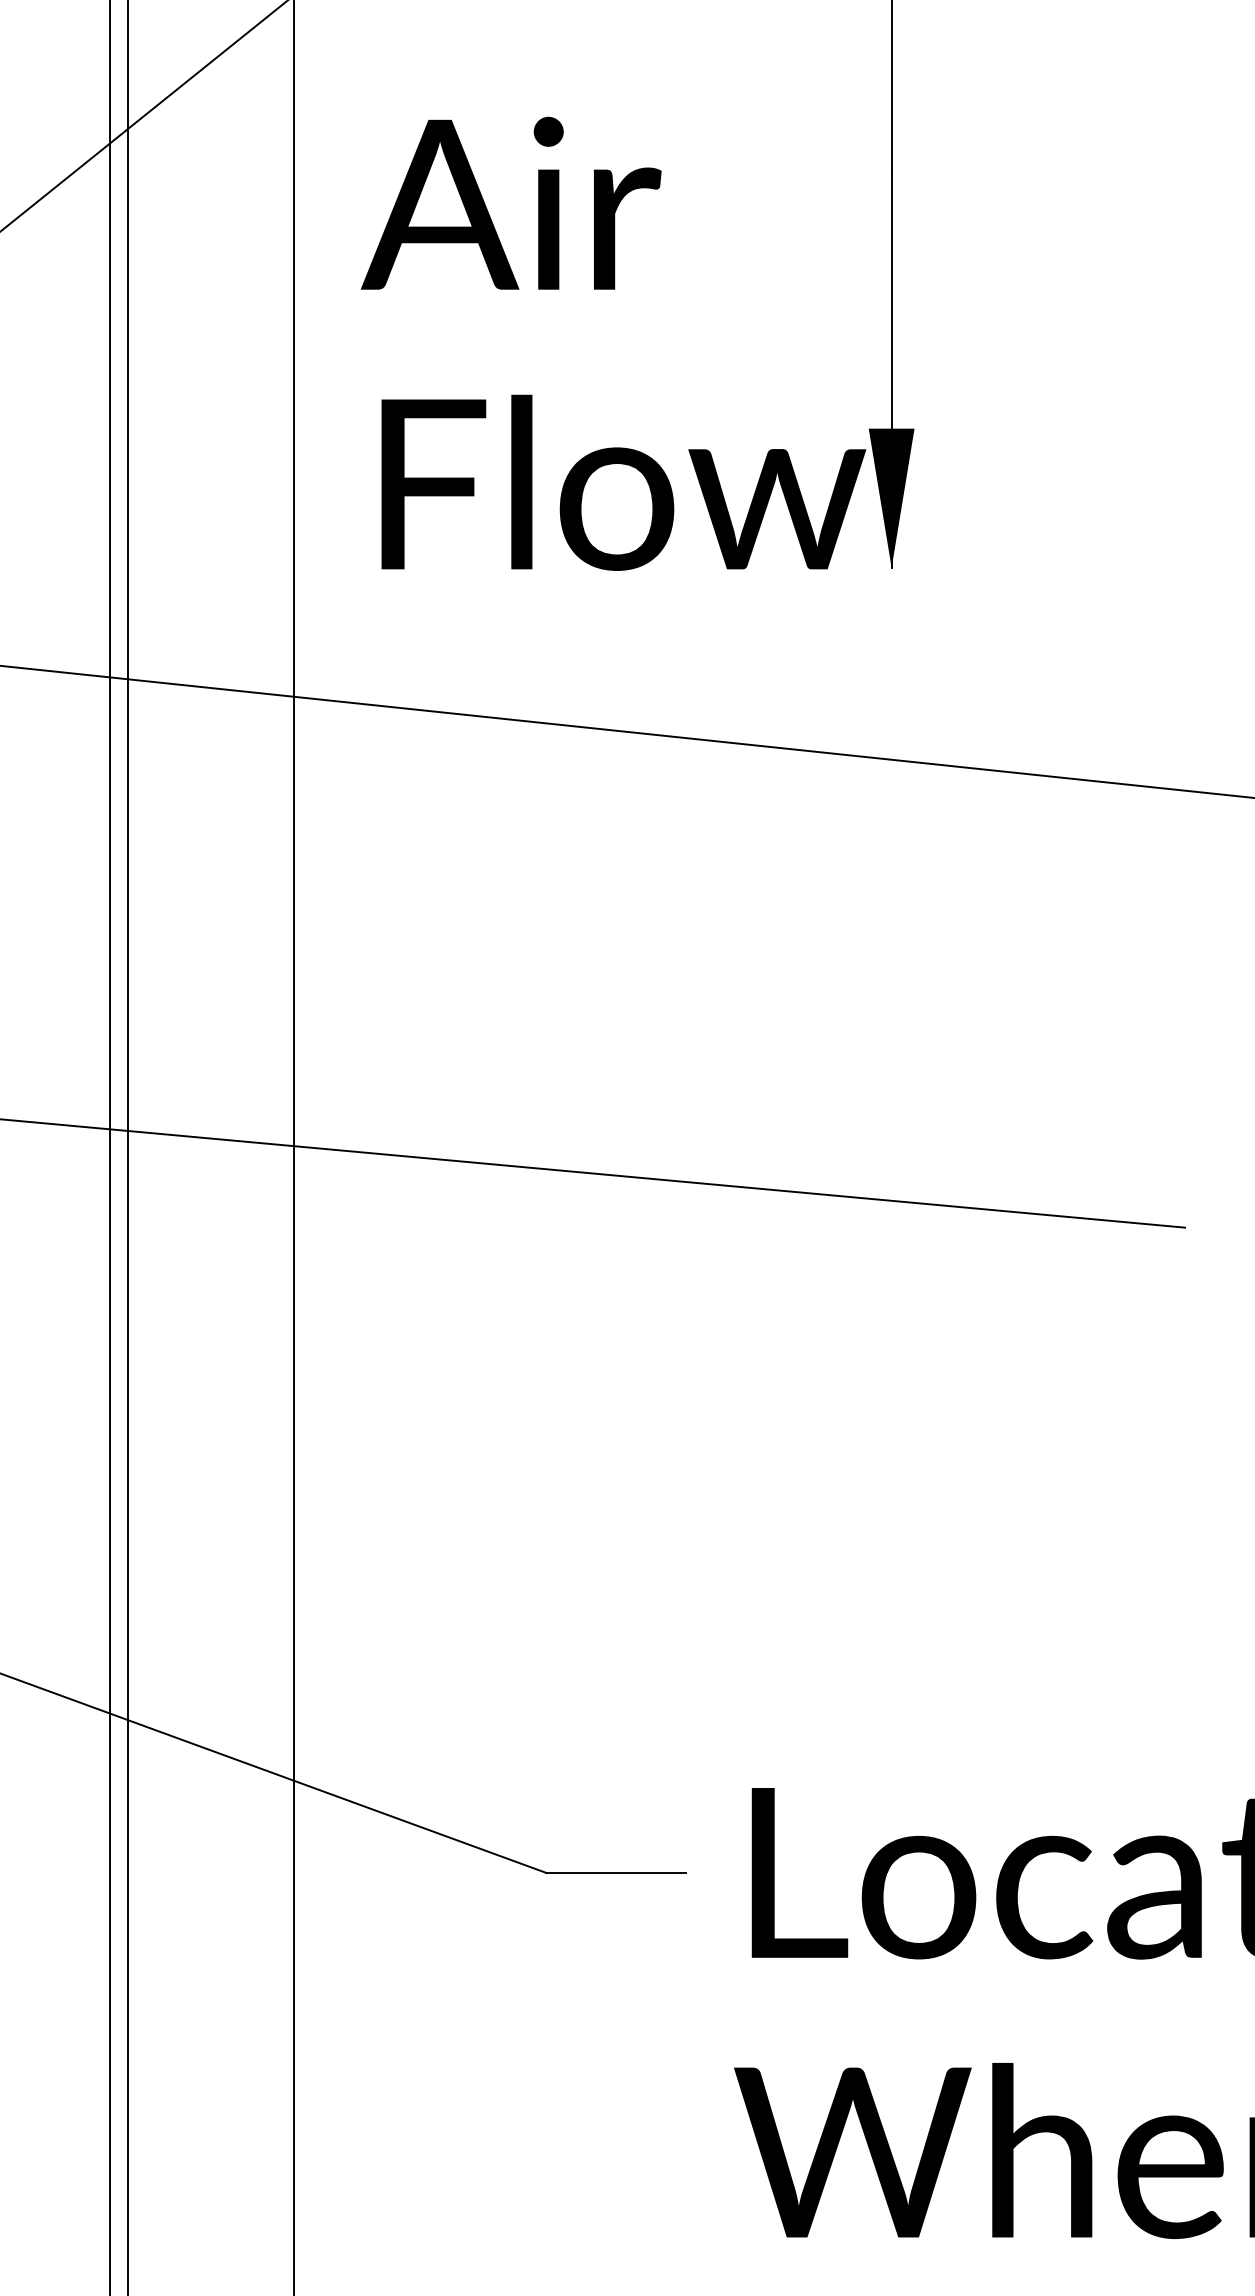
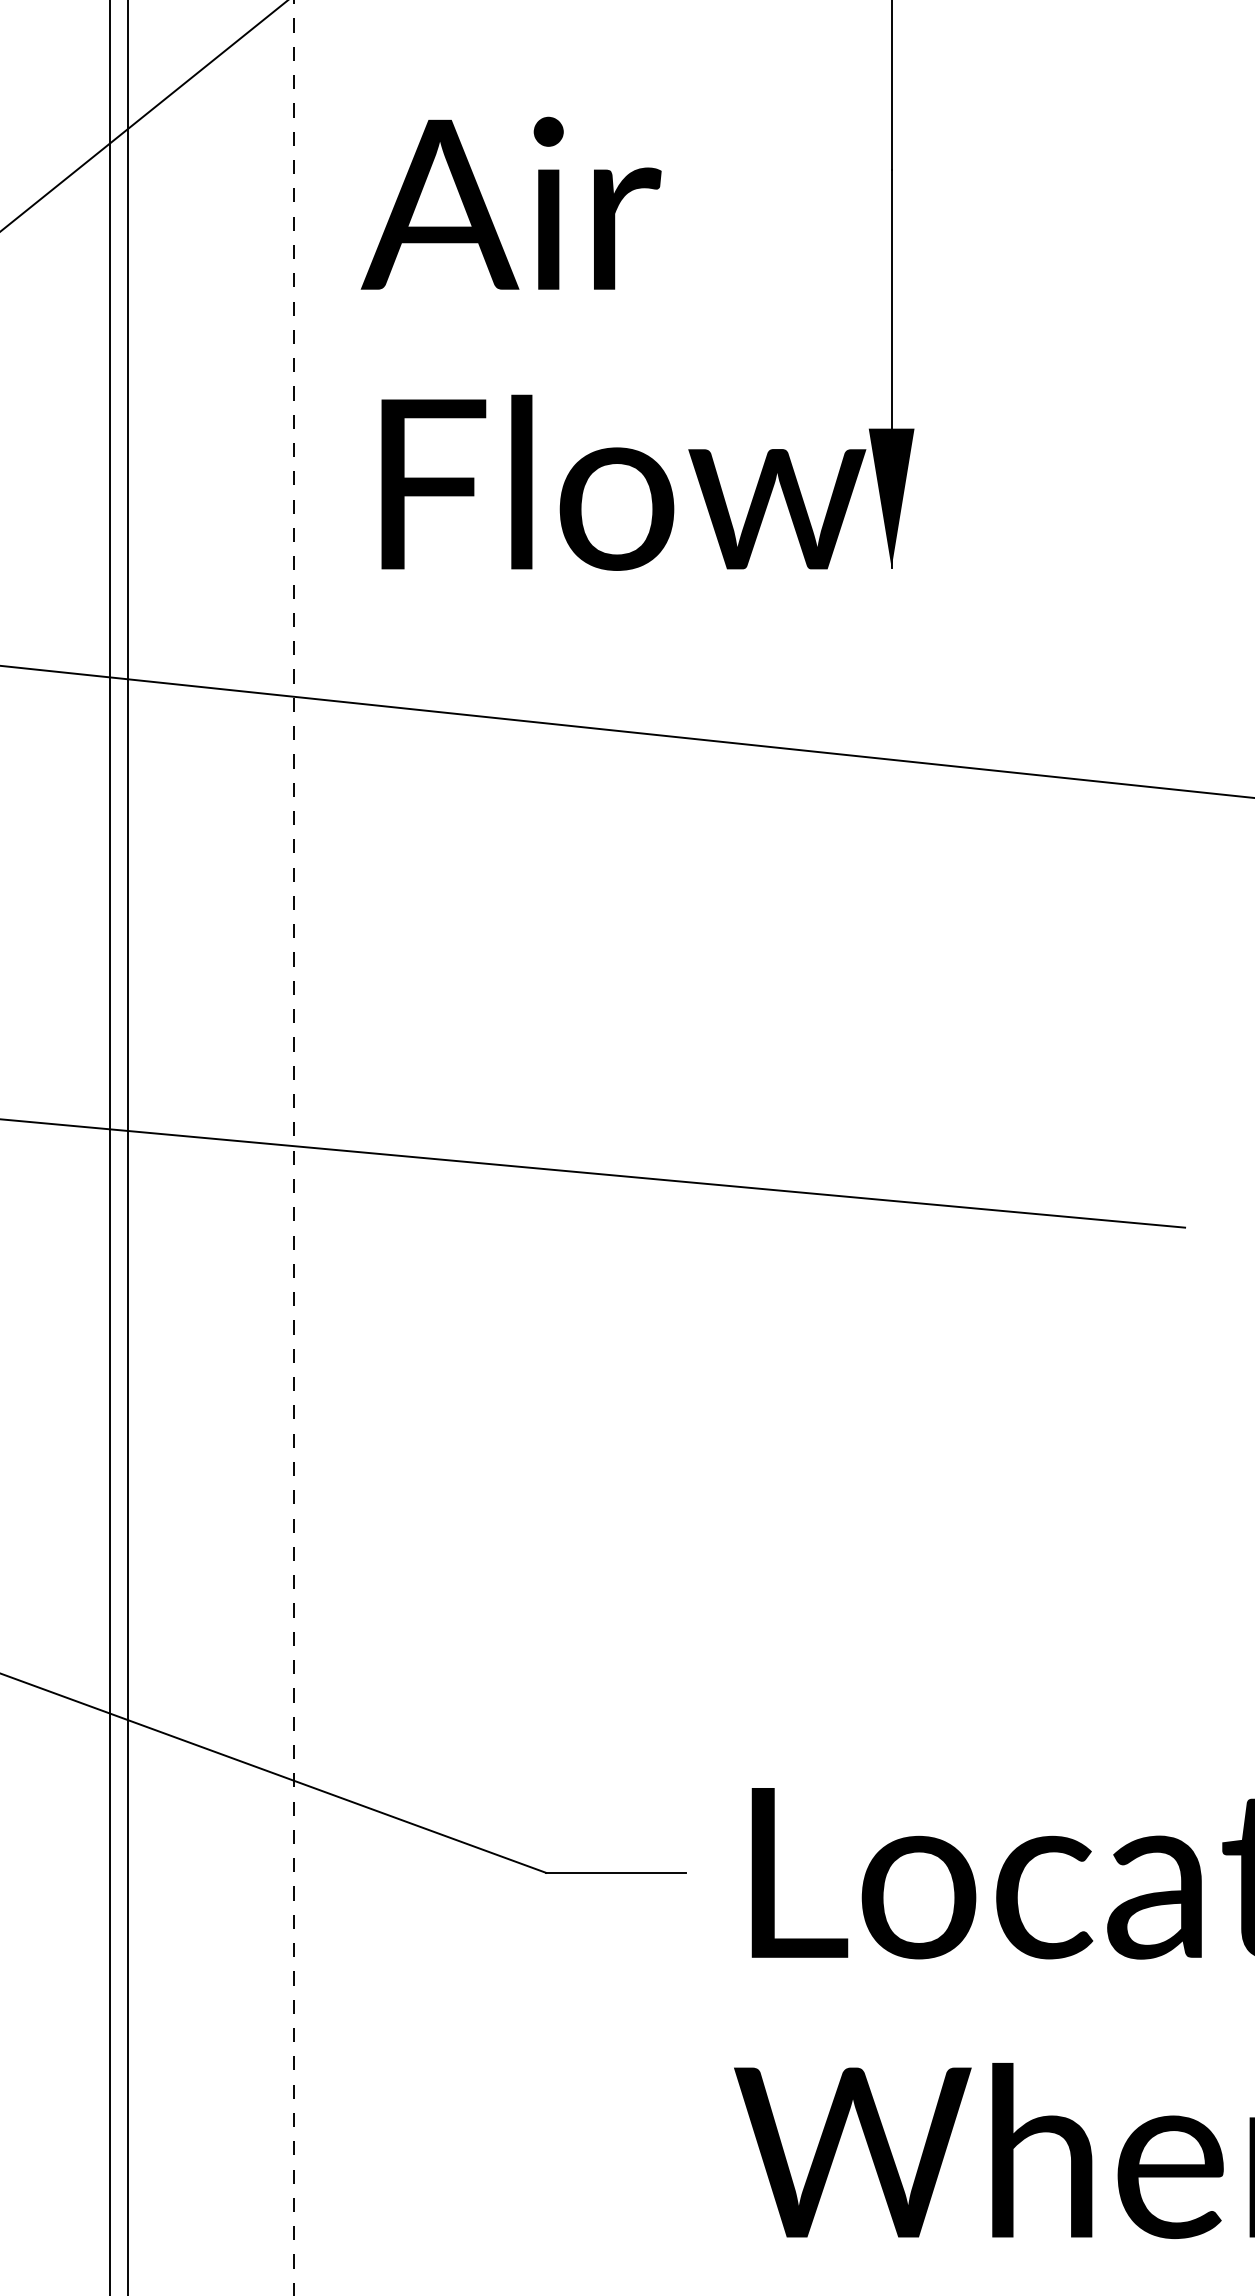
line at (293, 1146): solid -> dashed
